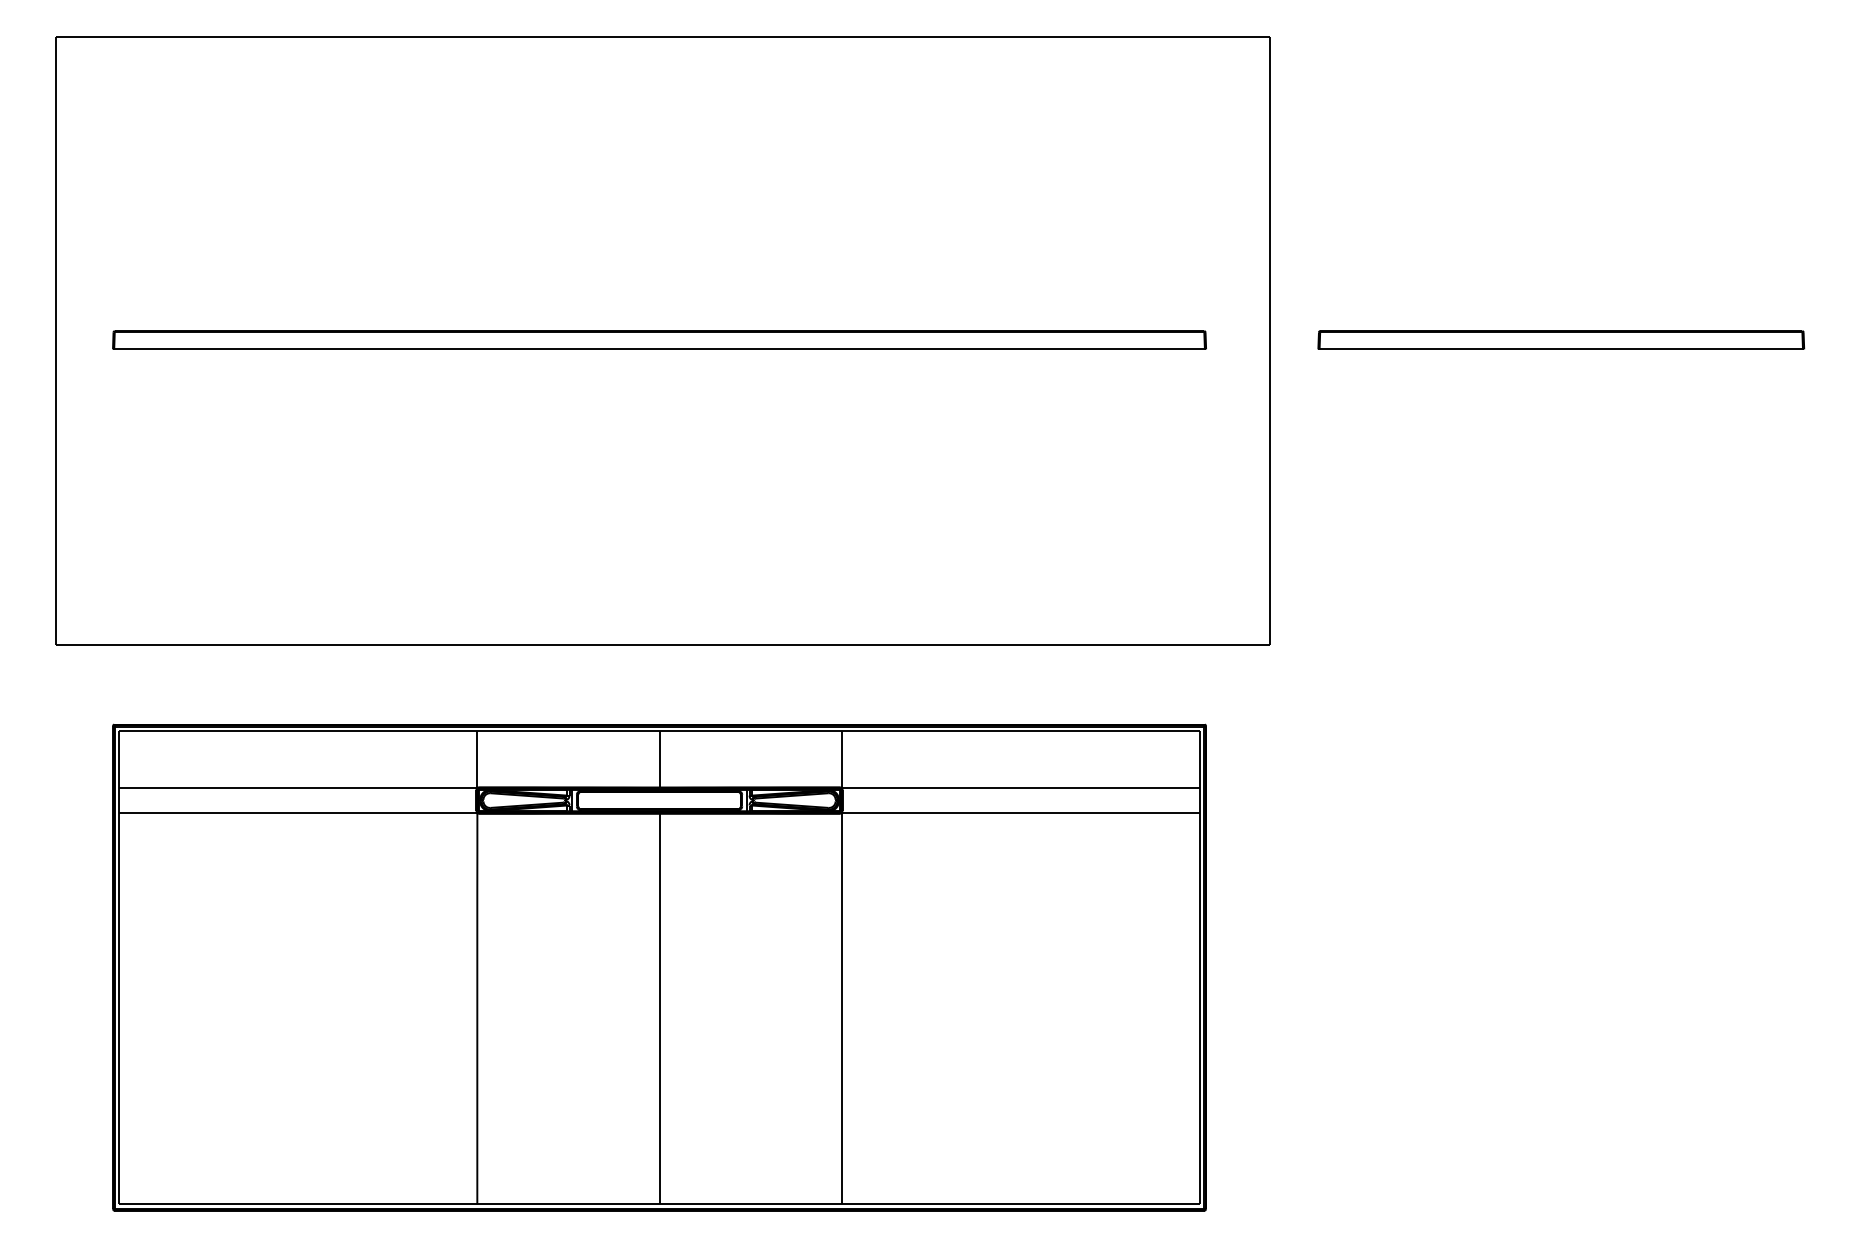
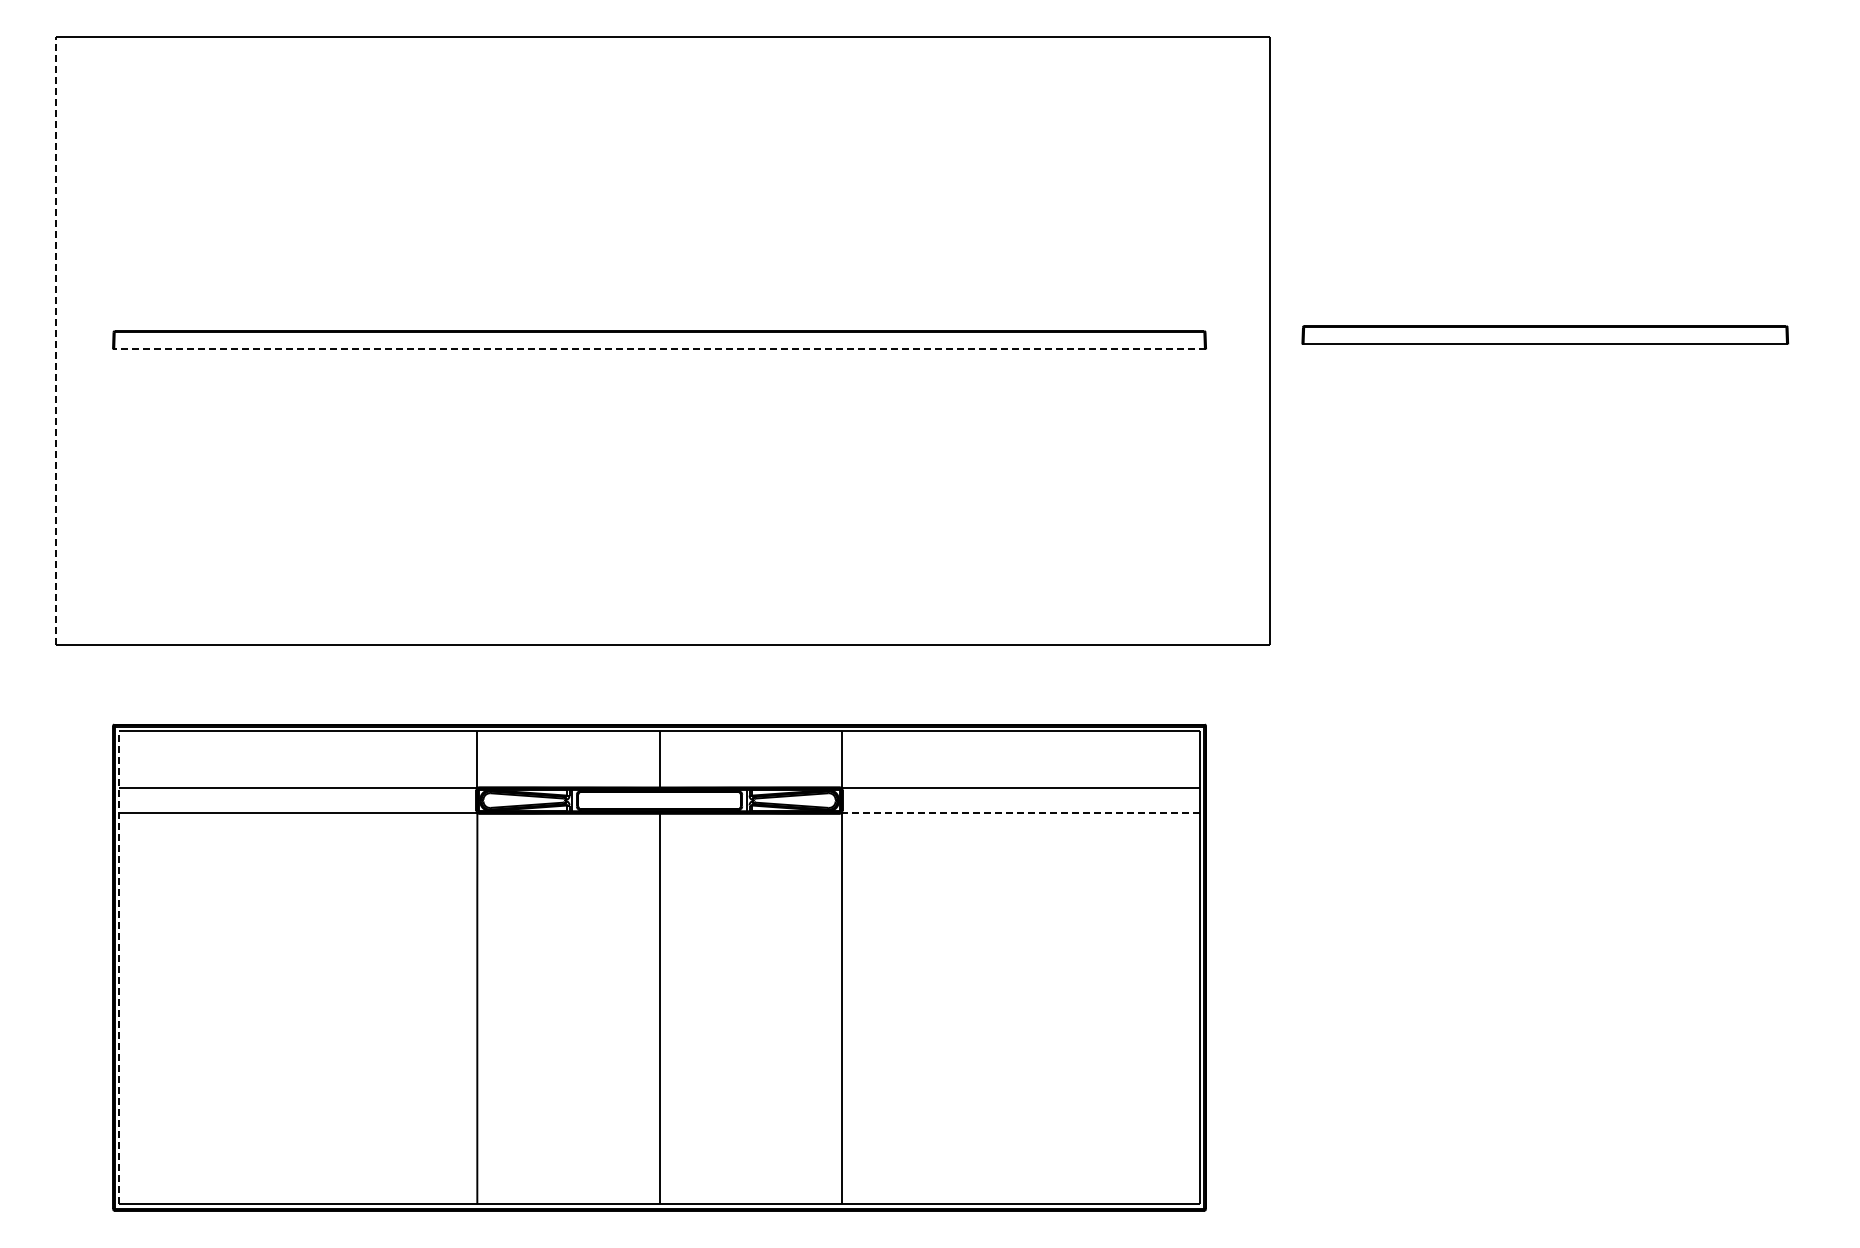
part at (1561, 339) position: (1561, 339) -> (1545, 334)
line at (55, 341): solid -> dashed
line at (659, 349): solid -> dashed
line at (1021, 812): solid -> dashed
line at (119, 967): solid -> dashed
